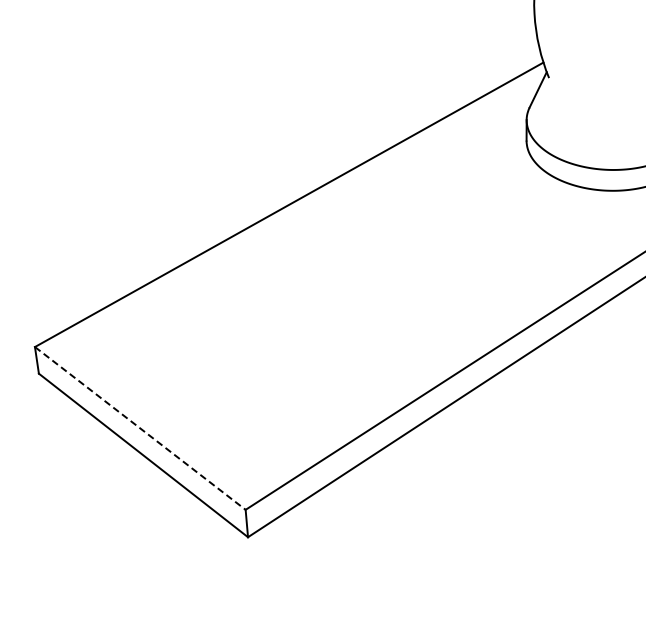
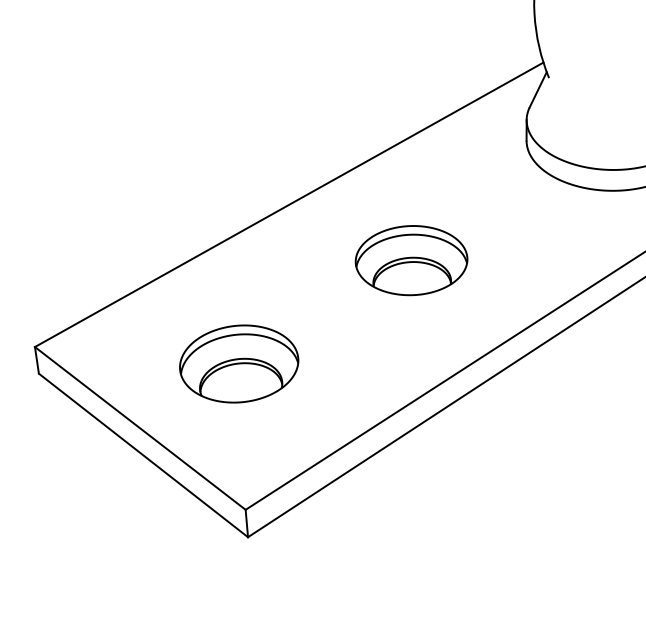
part at (411, 260): none -> present
part at (239, 363): none -> present
line at (140, 428): dashed -> solid
